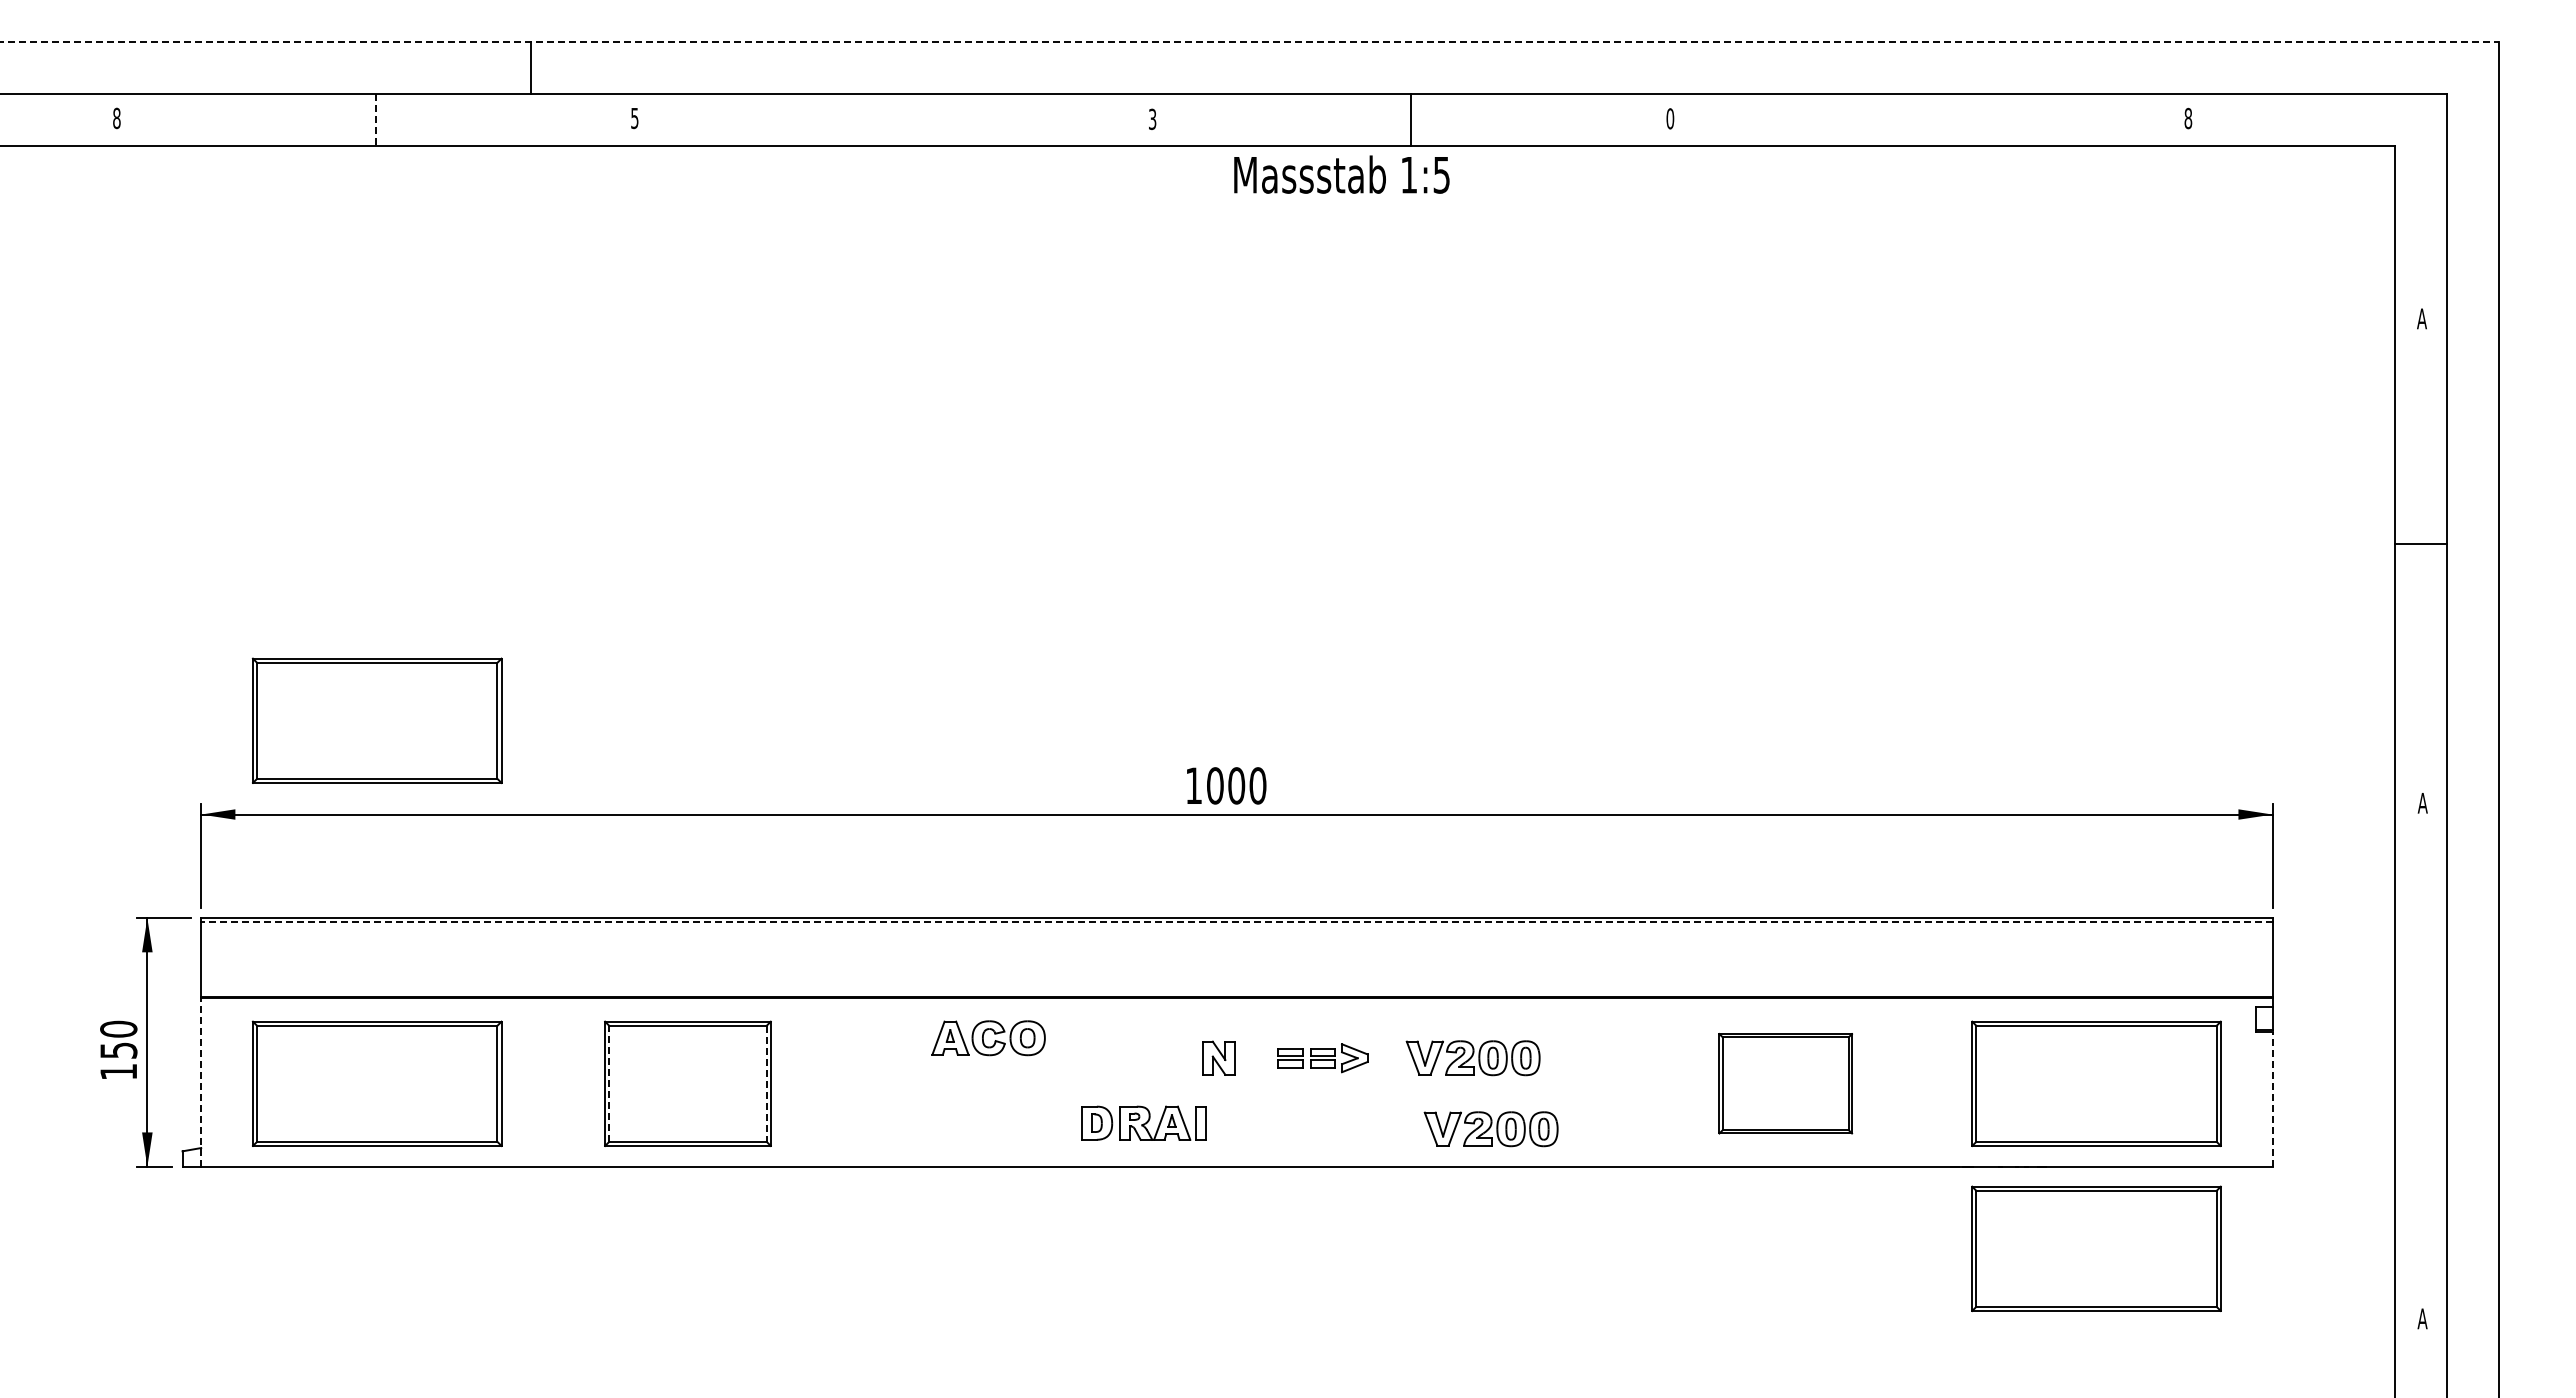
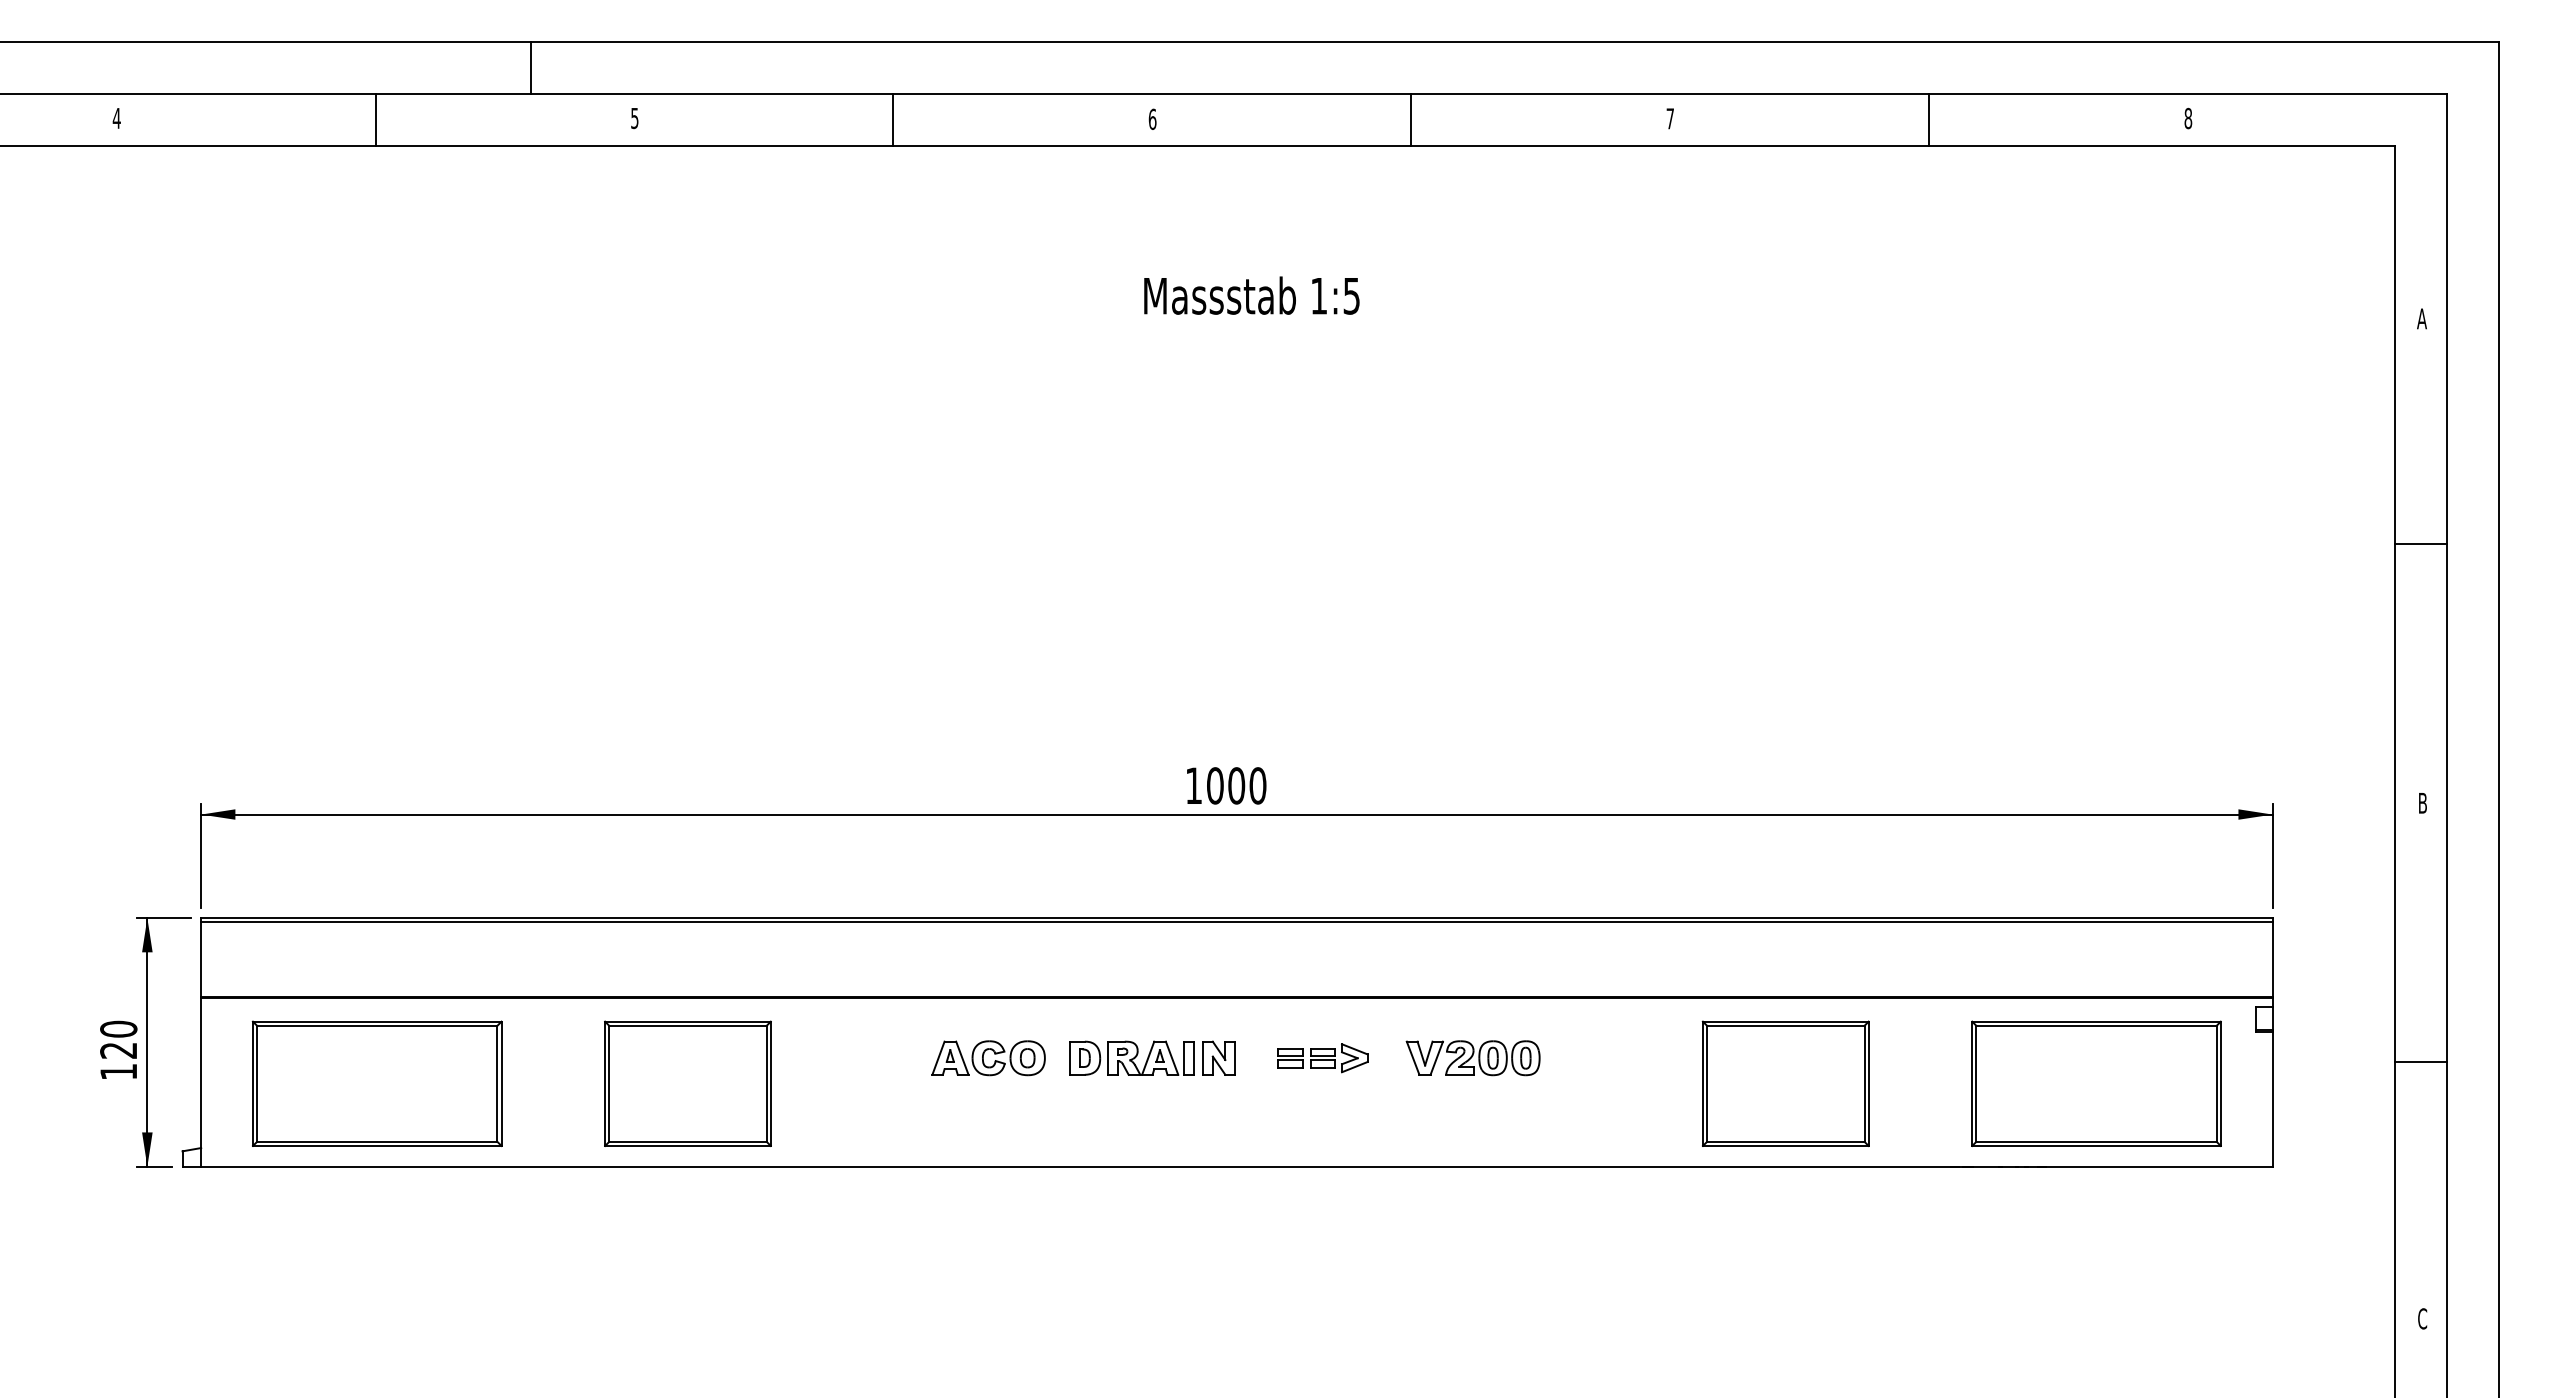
line at (1249, 42): dashed -> solid
text at (116, 118): 8 -> 4
text at (1670, 118): 0 -> 7
line at (375, 119): dashed -> solid
line at (893, 119): none -> present
text at (1152, 119): 3 -> 6
line at (1929, 119): none -> present
text at (1341, 174) position: (1341, 174) -> (1251, 295)
part at (376, 720): present -> none
text at (2422, 803): A -> B
line at (1236, 922): dashed -> solid
part at (988, 1038) position: (988, 1038) -> (988, 1058)
text at (118, 1050): 150 -> 120
line at (2420, 1062): none -> present
line at (201, 1081): dashed -> solid
line at (609, 1083): dashed -> solid
line at (766, 1083): dashed -> solid
part at (1785, 1083) size: 136x102 px -> 169x127 px
line at (2272, 1098): dashed -> solid
part at (1143, 1122) position: (1143, 1122) -> (1131, 1057)
part at (1490, 1129): present -> none
part at (2096, 1248): present -> none
text at (2422, 1318): A -> C
